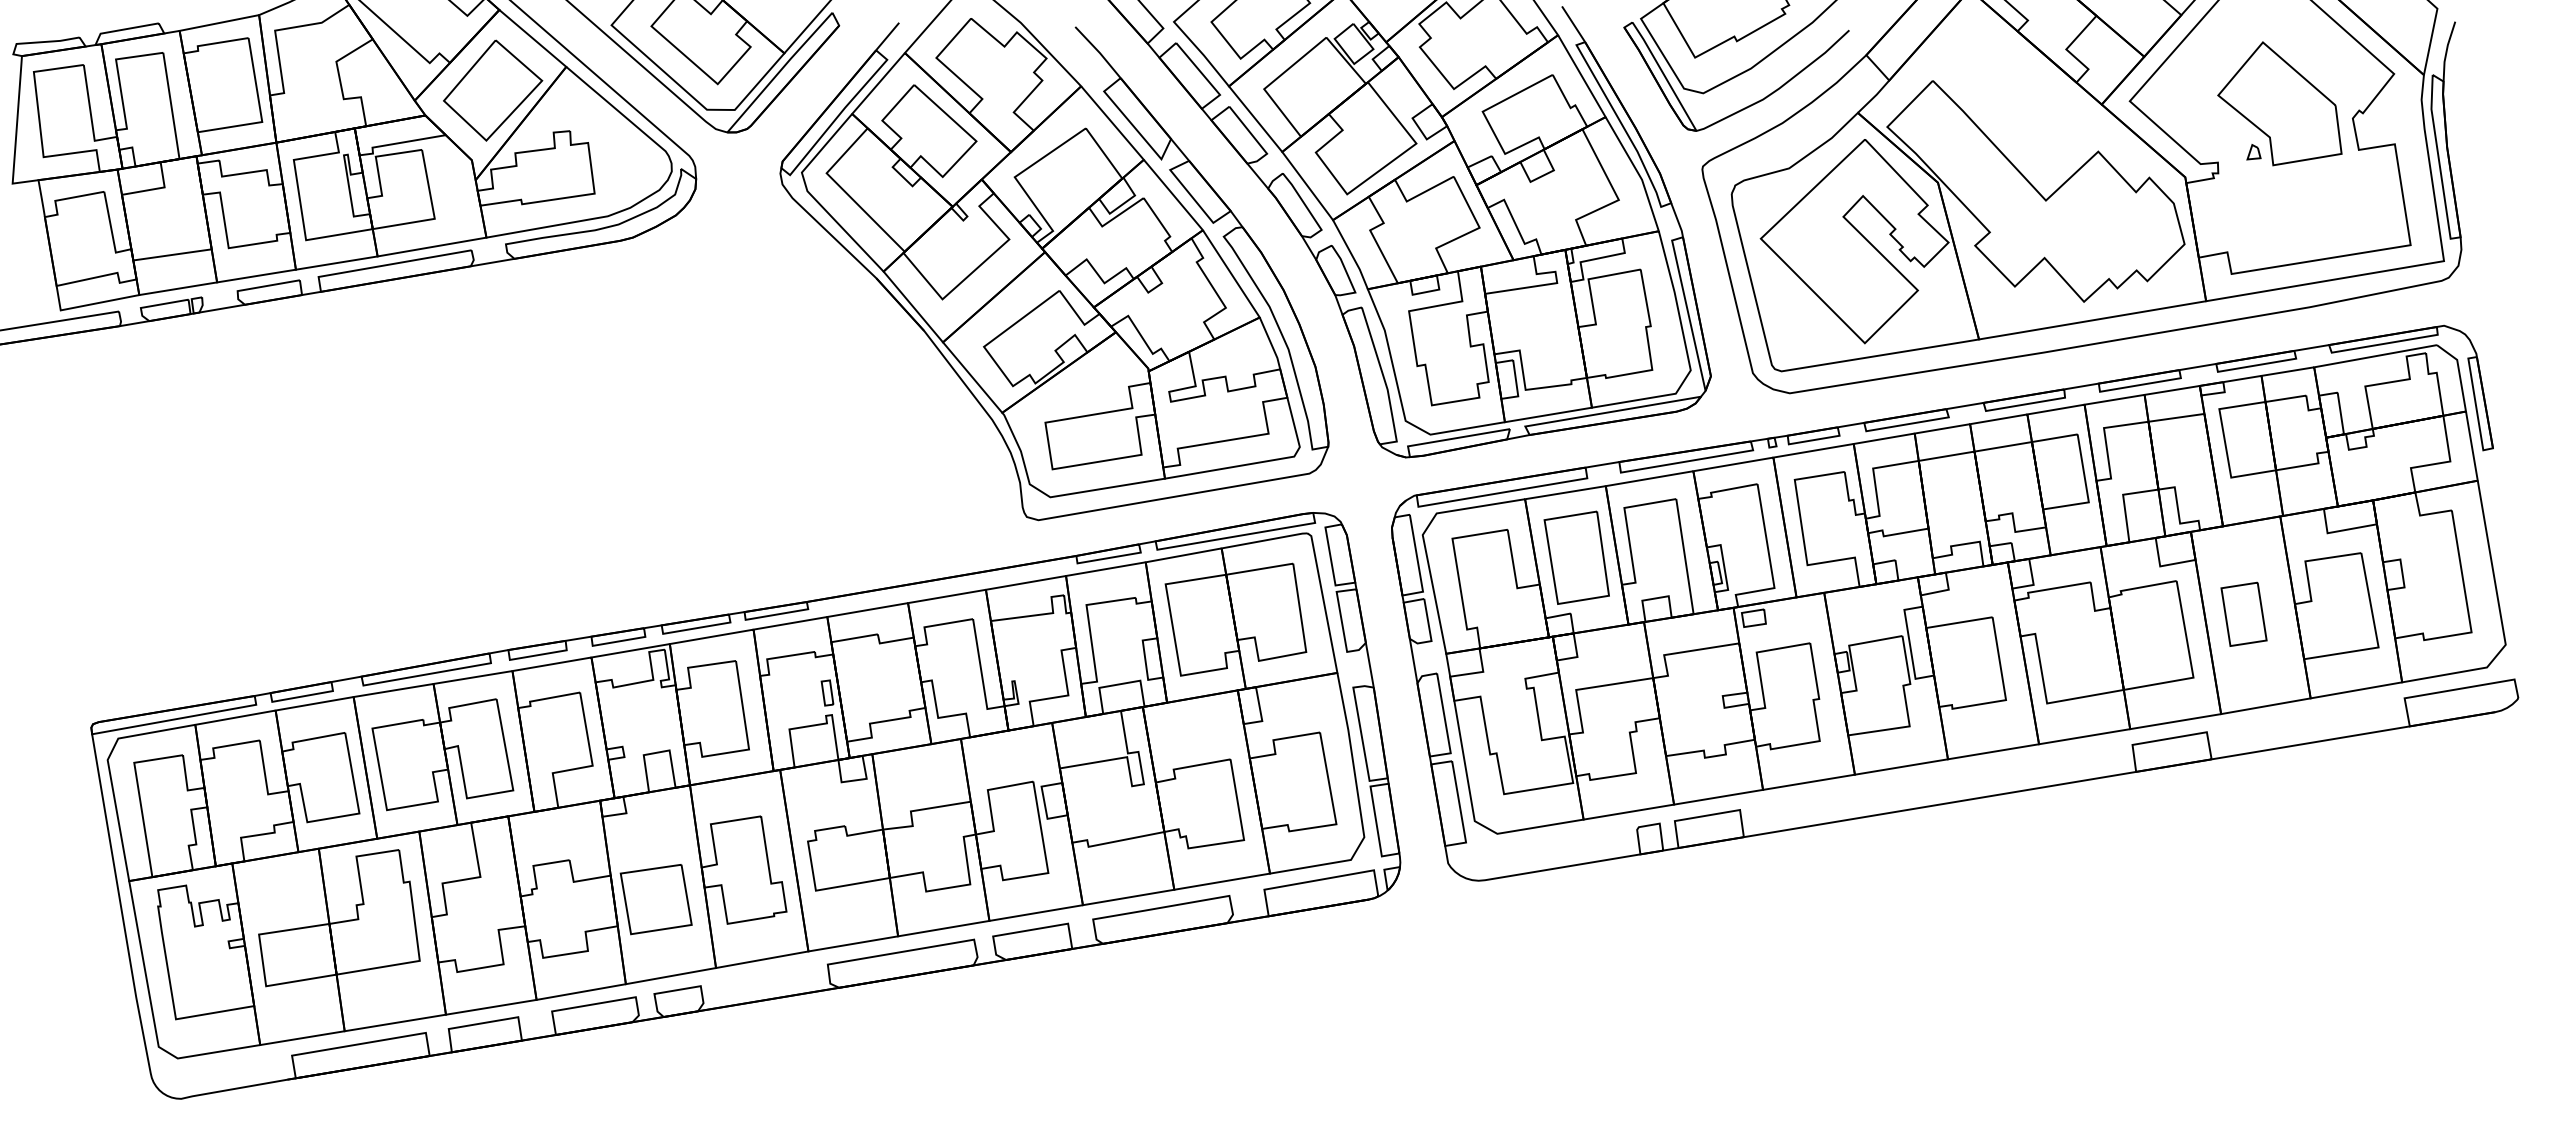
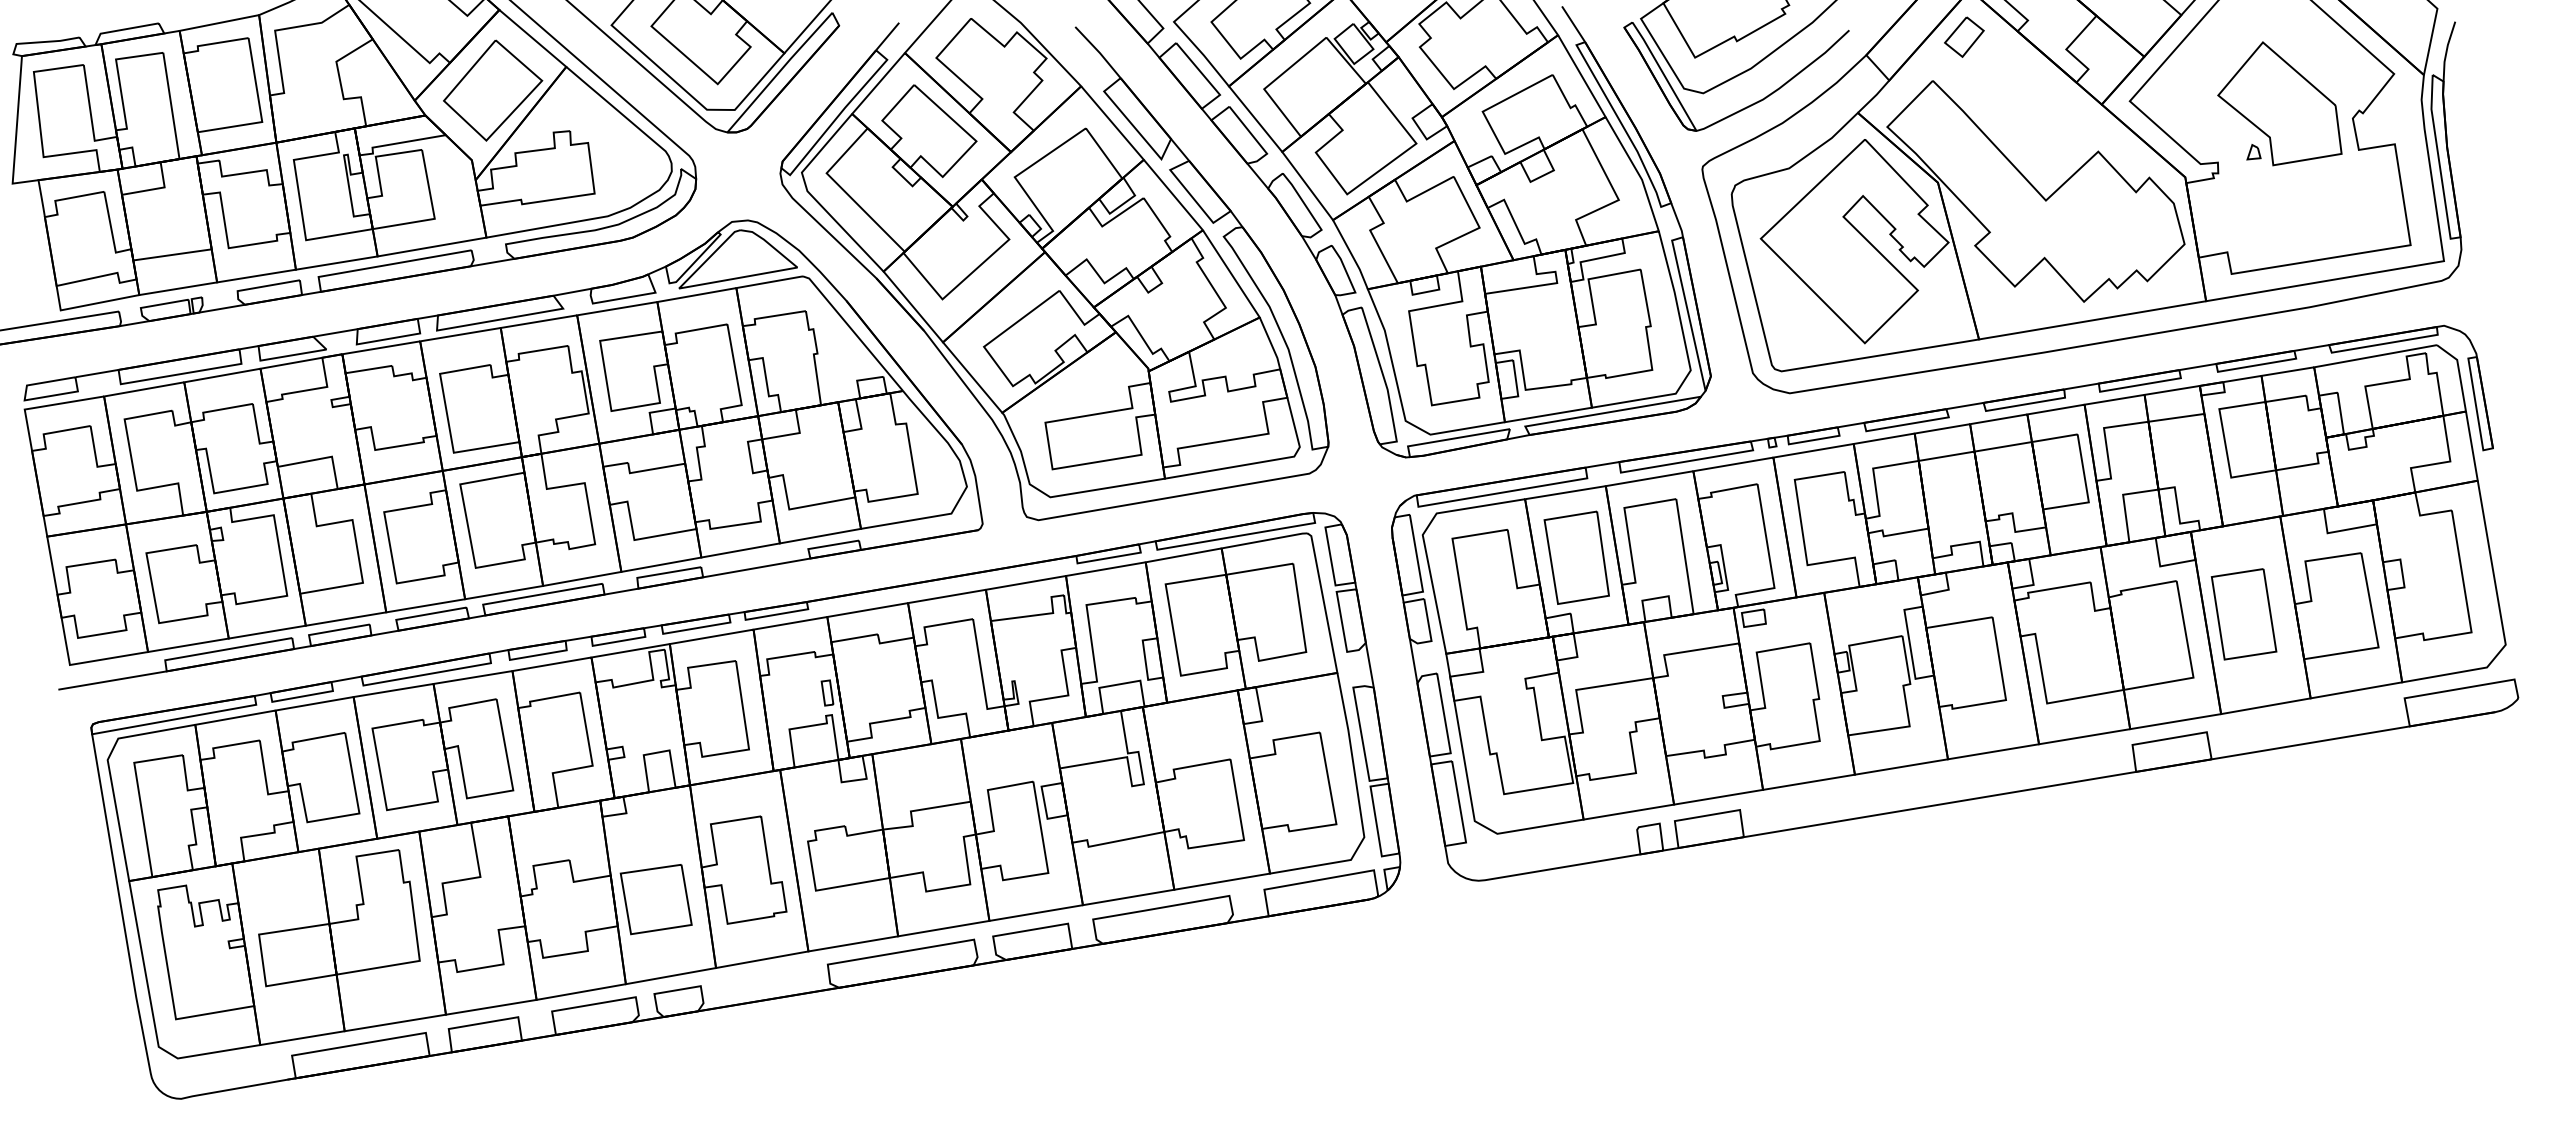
part at (1964, 36): none -> present
part at (503, 454): none -> present
part at (2243, 613) size: 48x66 px -> 68x93 px
